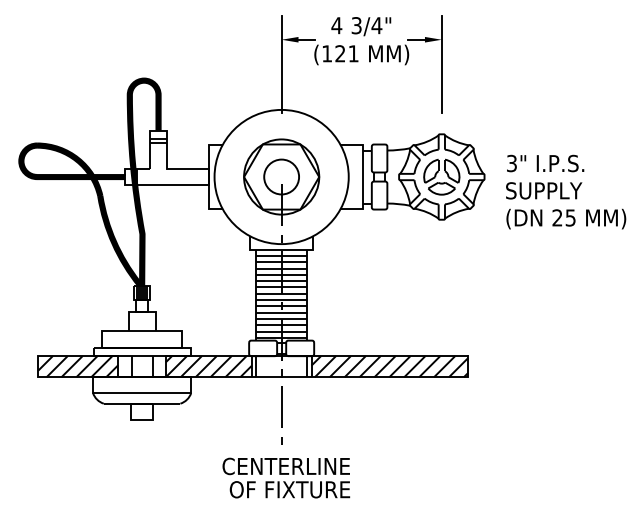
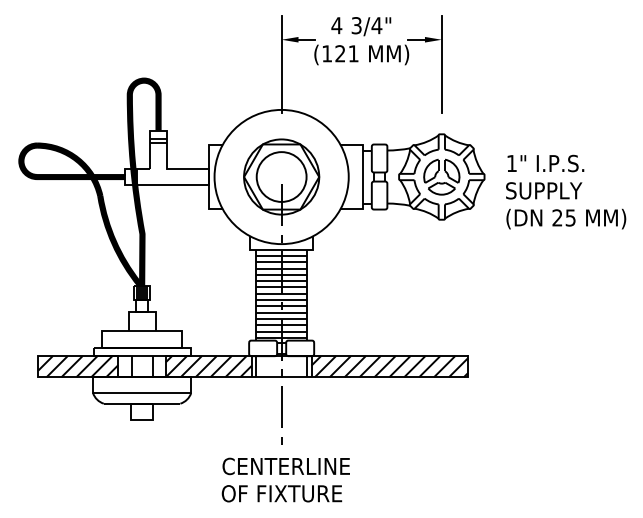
text at (511, 163): 3" -> 1"
circle at (281, 176) diameter: 35 px -> 50 px
text at (289, 489) position: (289, 489) -> (281, 493)
